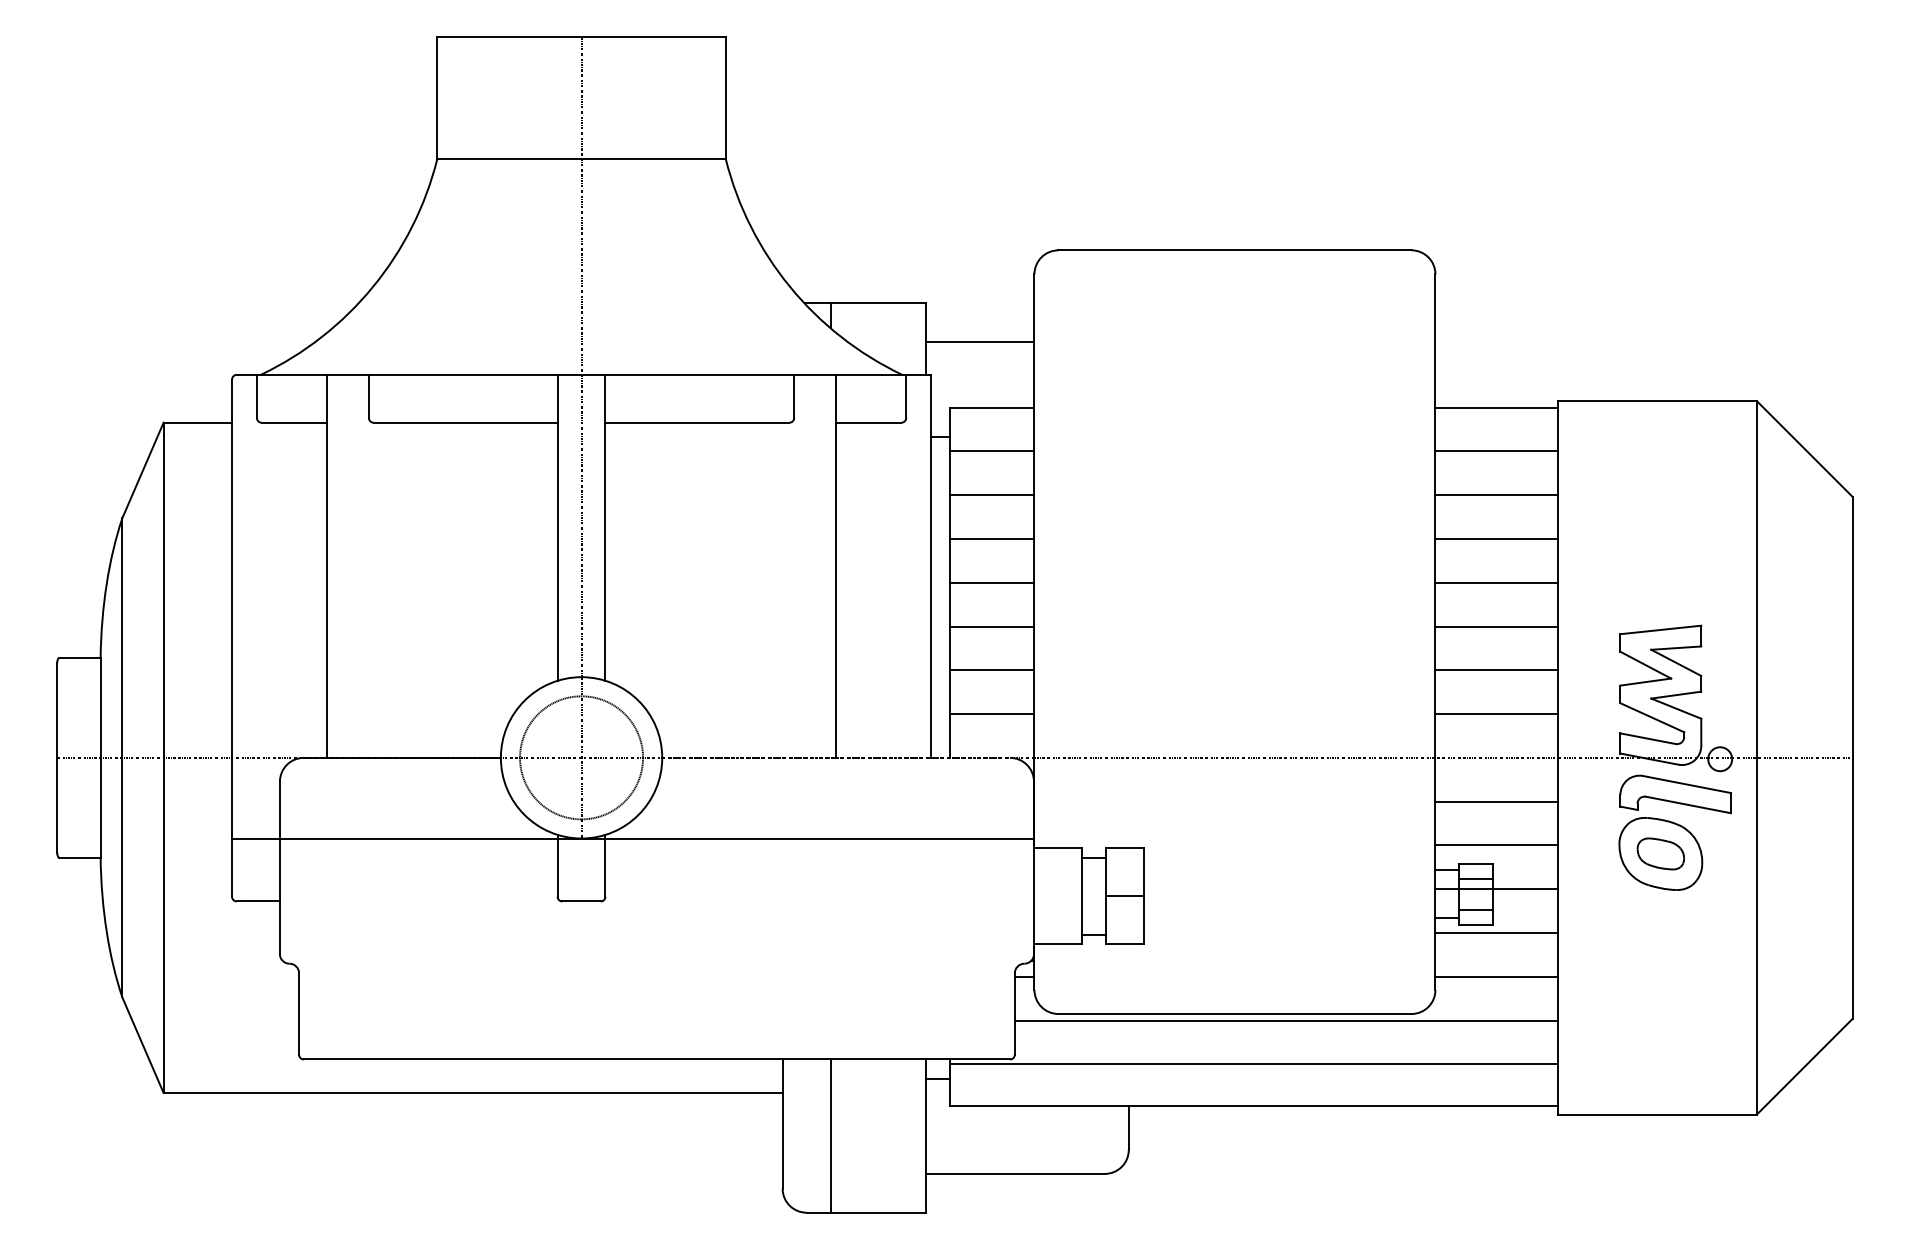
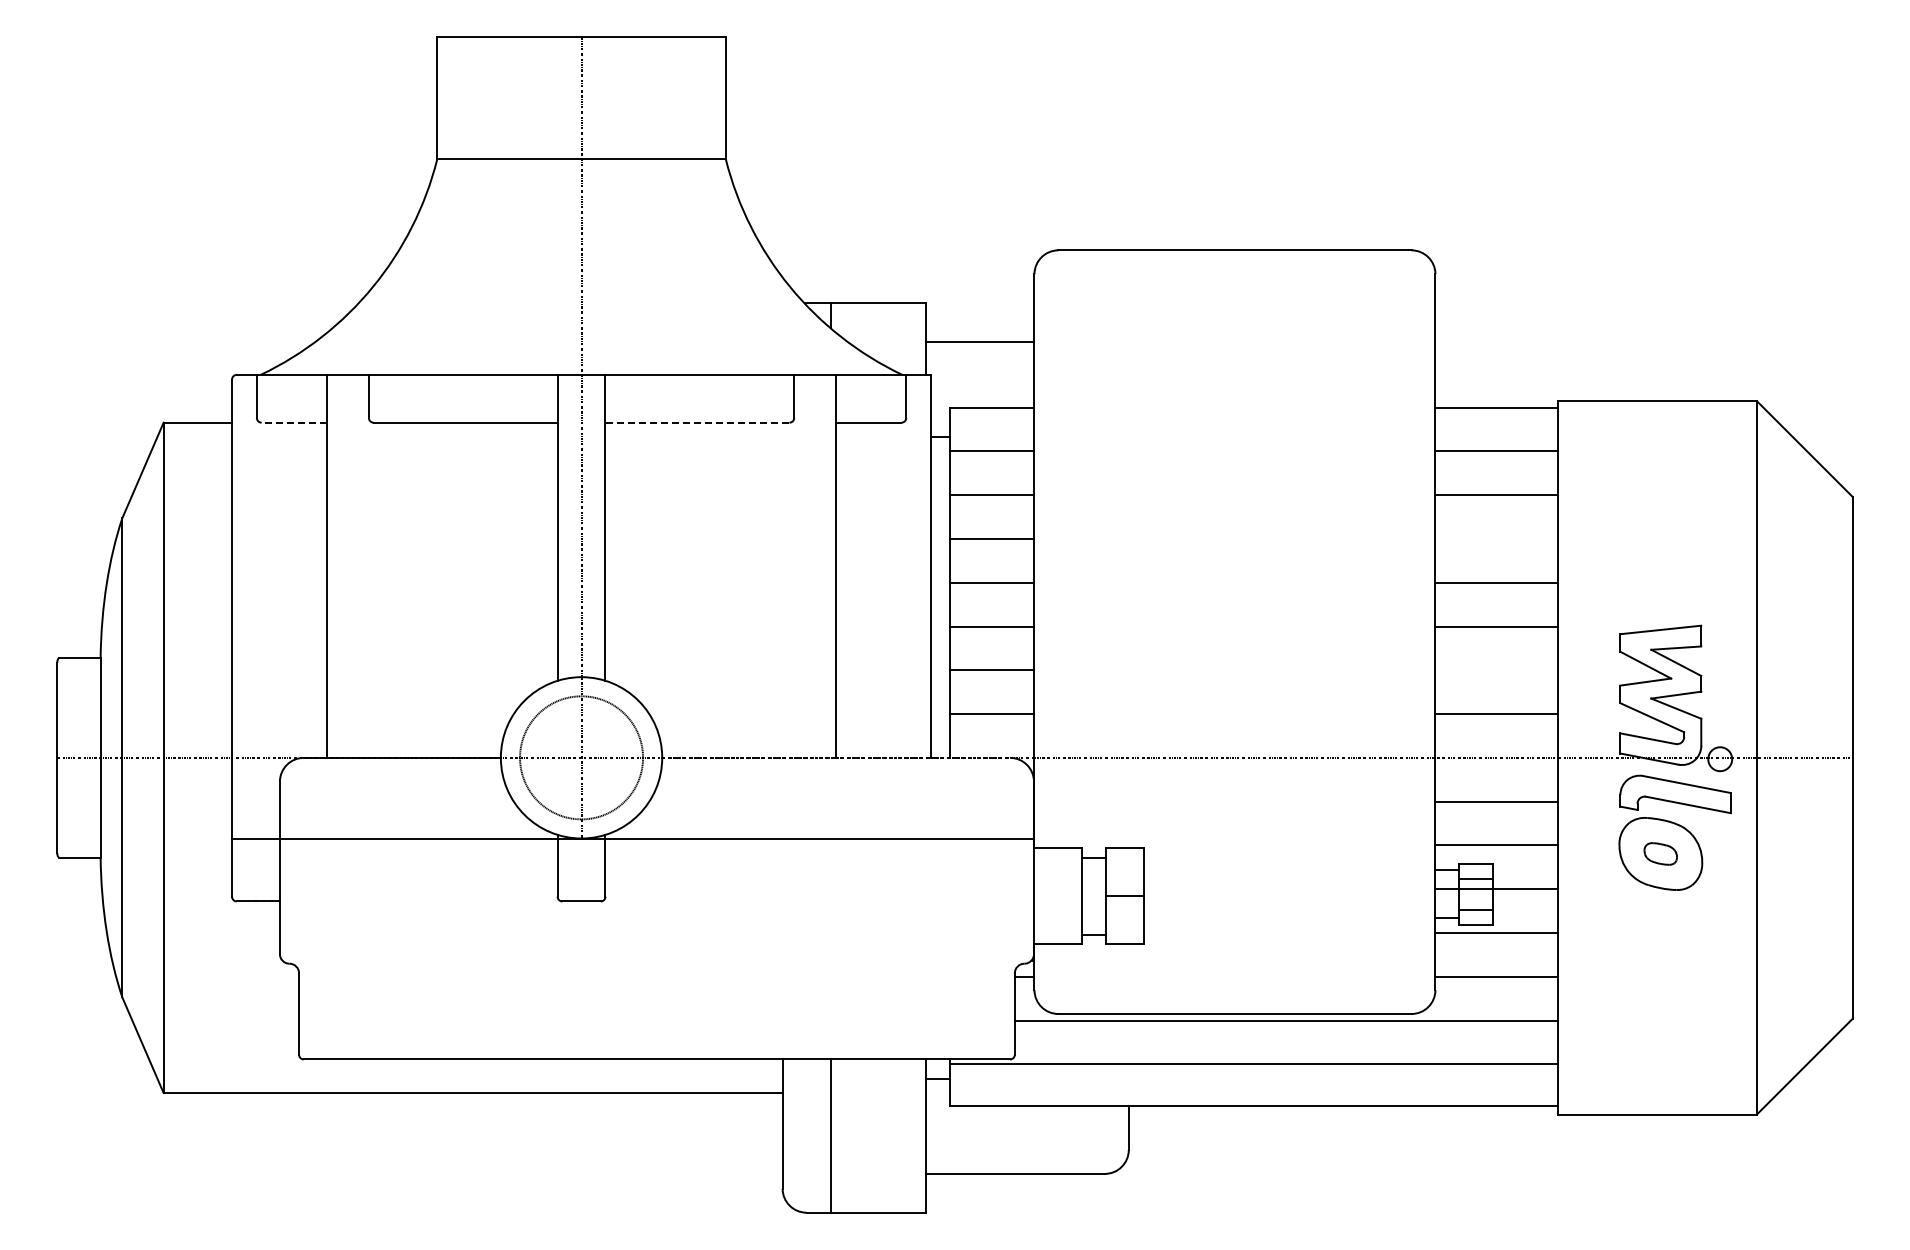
line at (294, 422): solid -> dashed
line at (697, 422): solid -> dashed
line at (1496, 538): present -> none
line at (1496, 670): present -> none
part at (1660, 853) size: 49x34 px -> 35x24 px
